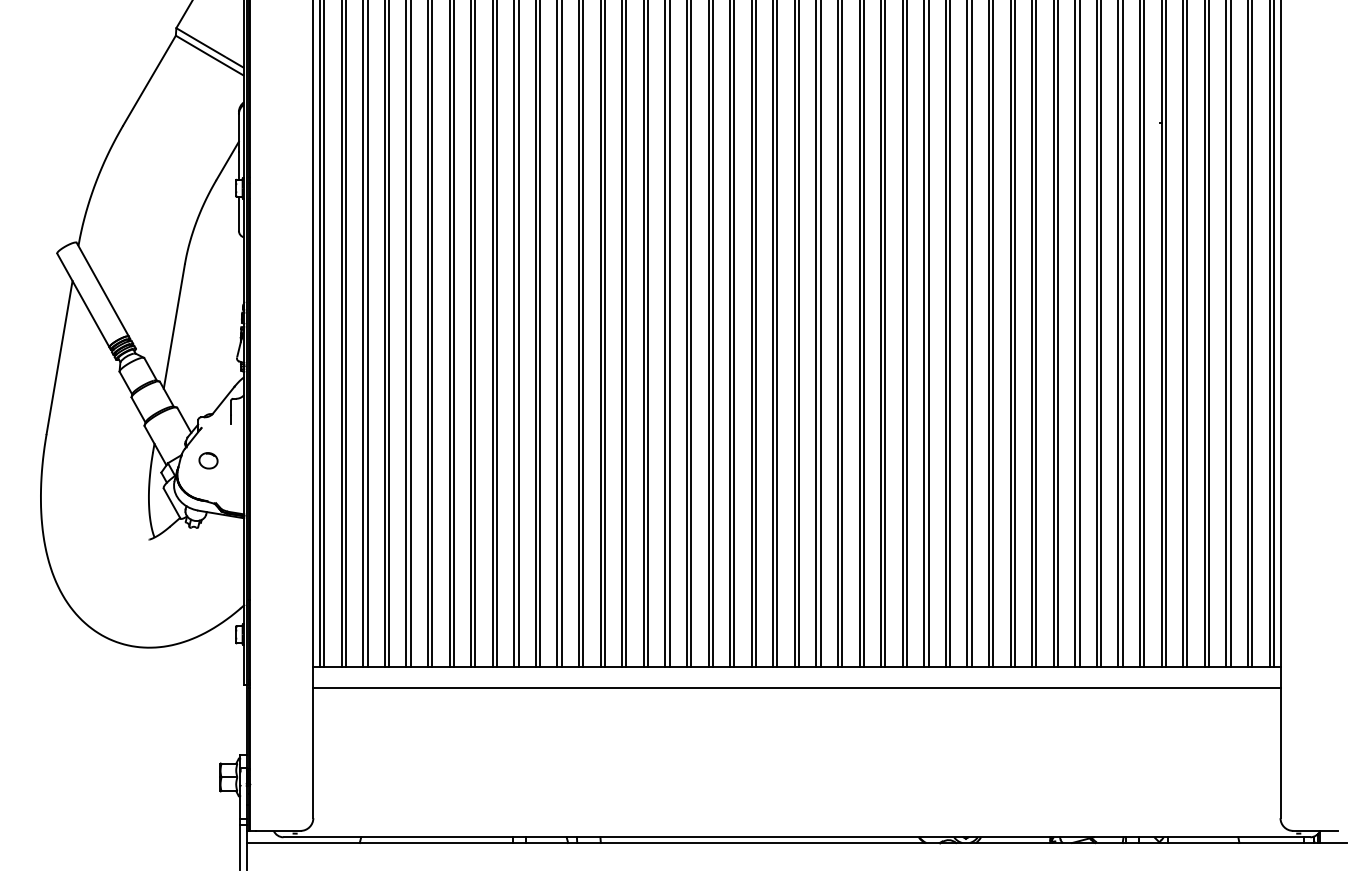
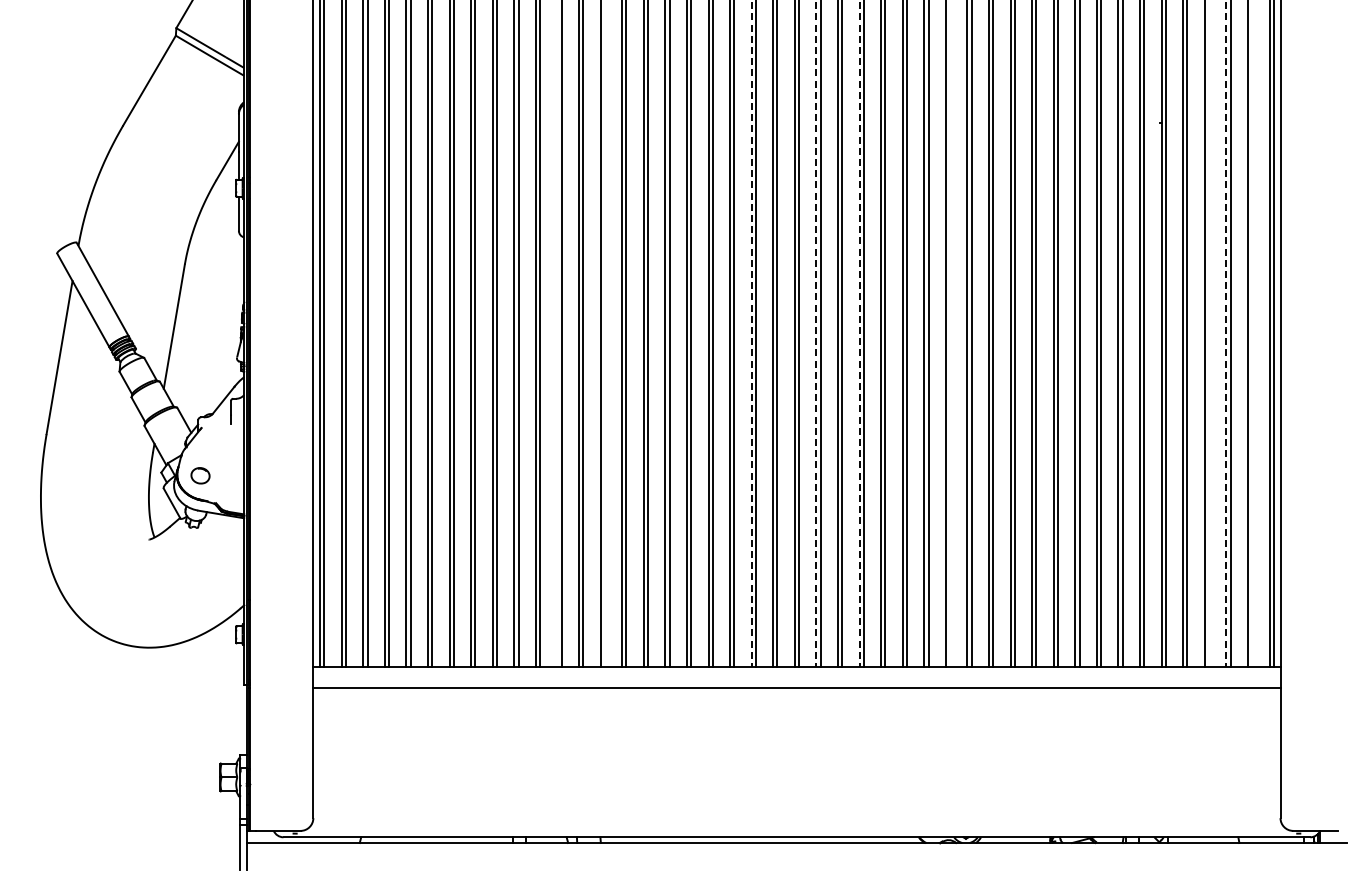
line at (557, 334): present -> none
line at (604, 334): present -> none
line at (751, 334): solid -> dashed
line at (816, 334): solid -> dashed
line at (859, 334): solid -> dashed
line at (950, 334): present -> none
line at (1209, 334): present -> none
line at (1226, 334): solid -> dashed
line at (1252, 334): present -> none
part at (208, 460) position: (208, 460) -> (200, 475)
